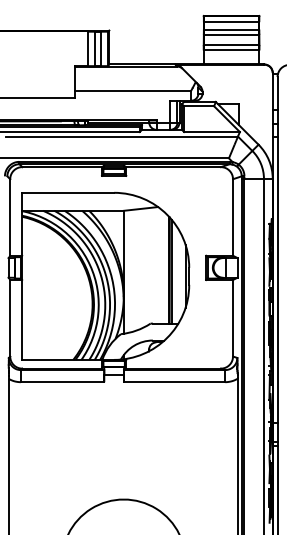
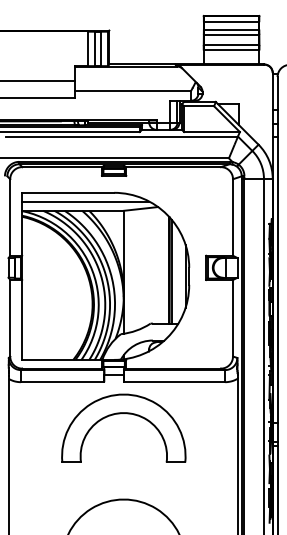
line at (38, 81): none -> present
line at (85, 201): none -> present
part at (120, 414): none -> present
